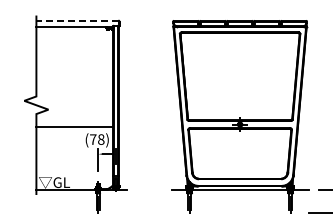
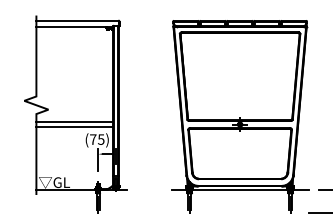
line at (77, 20): dashed -> solid
line at (74, 122): none -> present
text at (101, 139): (78) -> (75)
